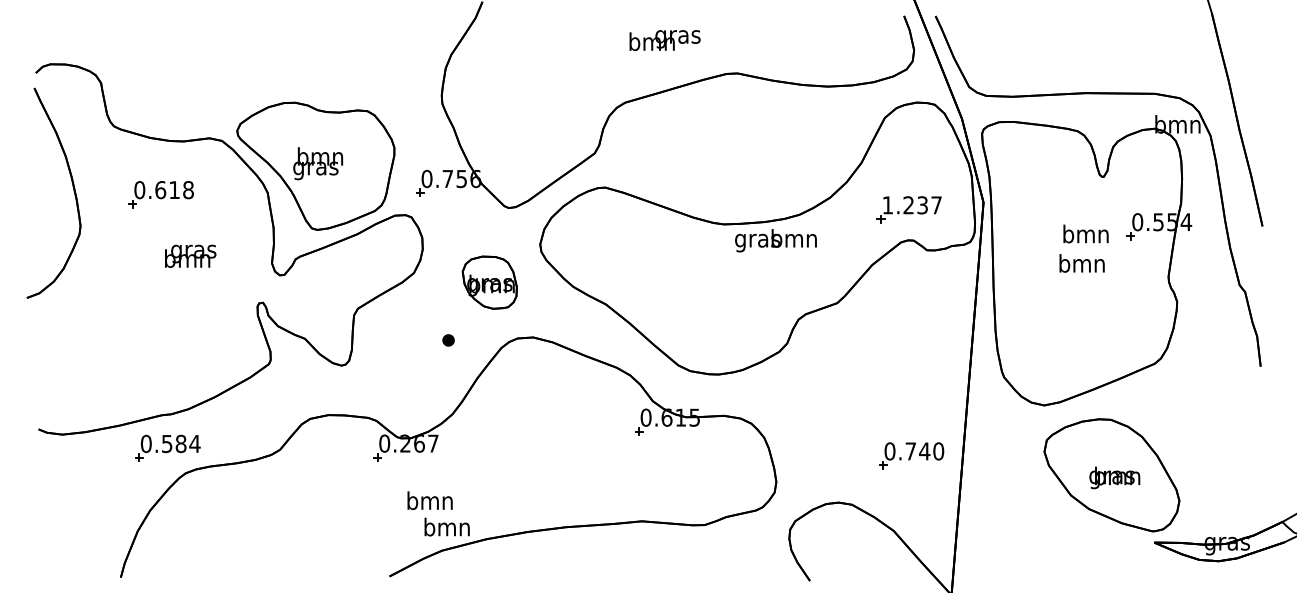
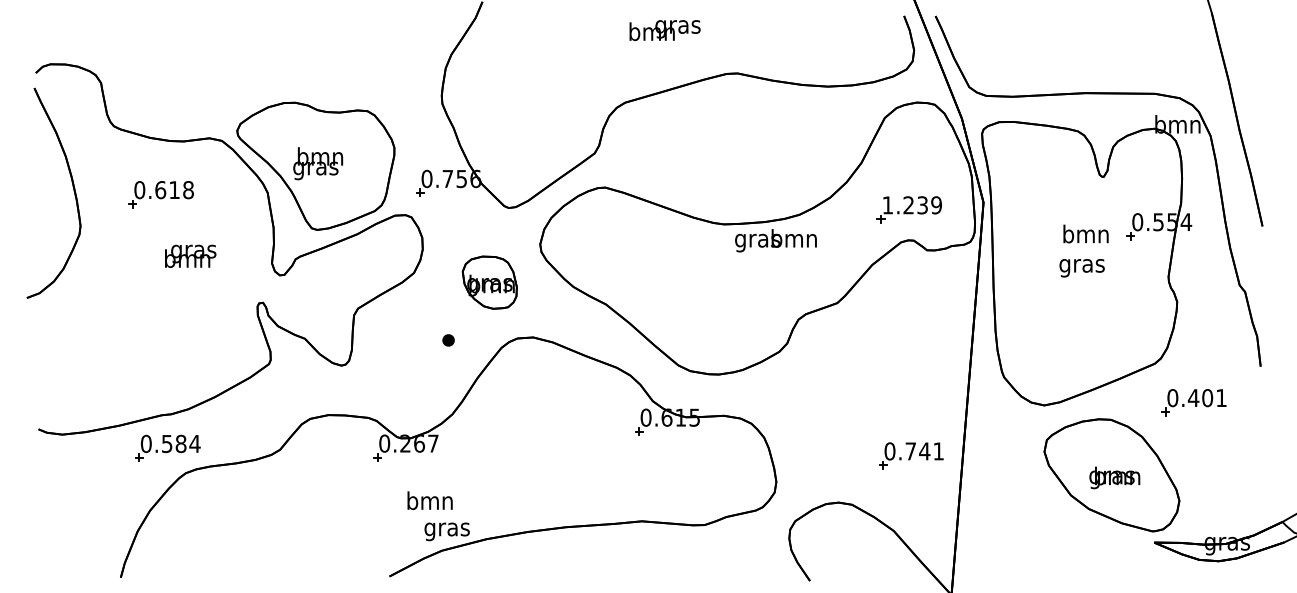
text at (664, 40) position: (664, 40) -> (664, 30)
text at (936, 205): 1.237 -> 1.239
text at (1081, 265): bmn -> gras
part at (1193, 402): none -> present
text at (938, 451): 0.740 -> 0.741
text at (446, 529): bmn -> gras
